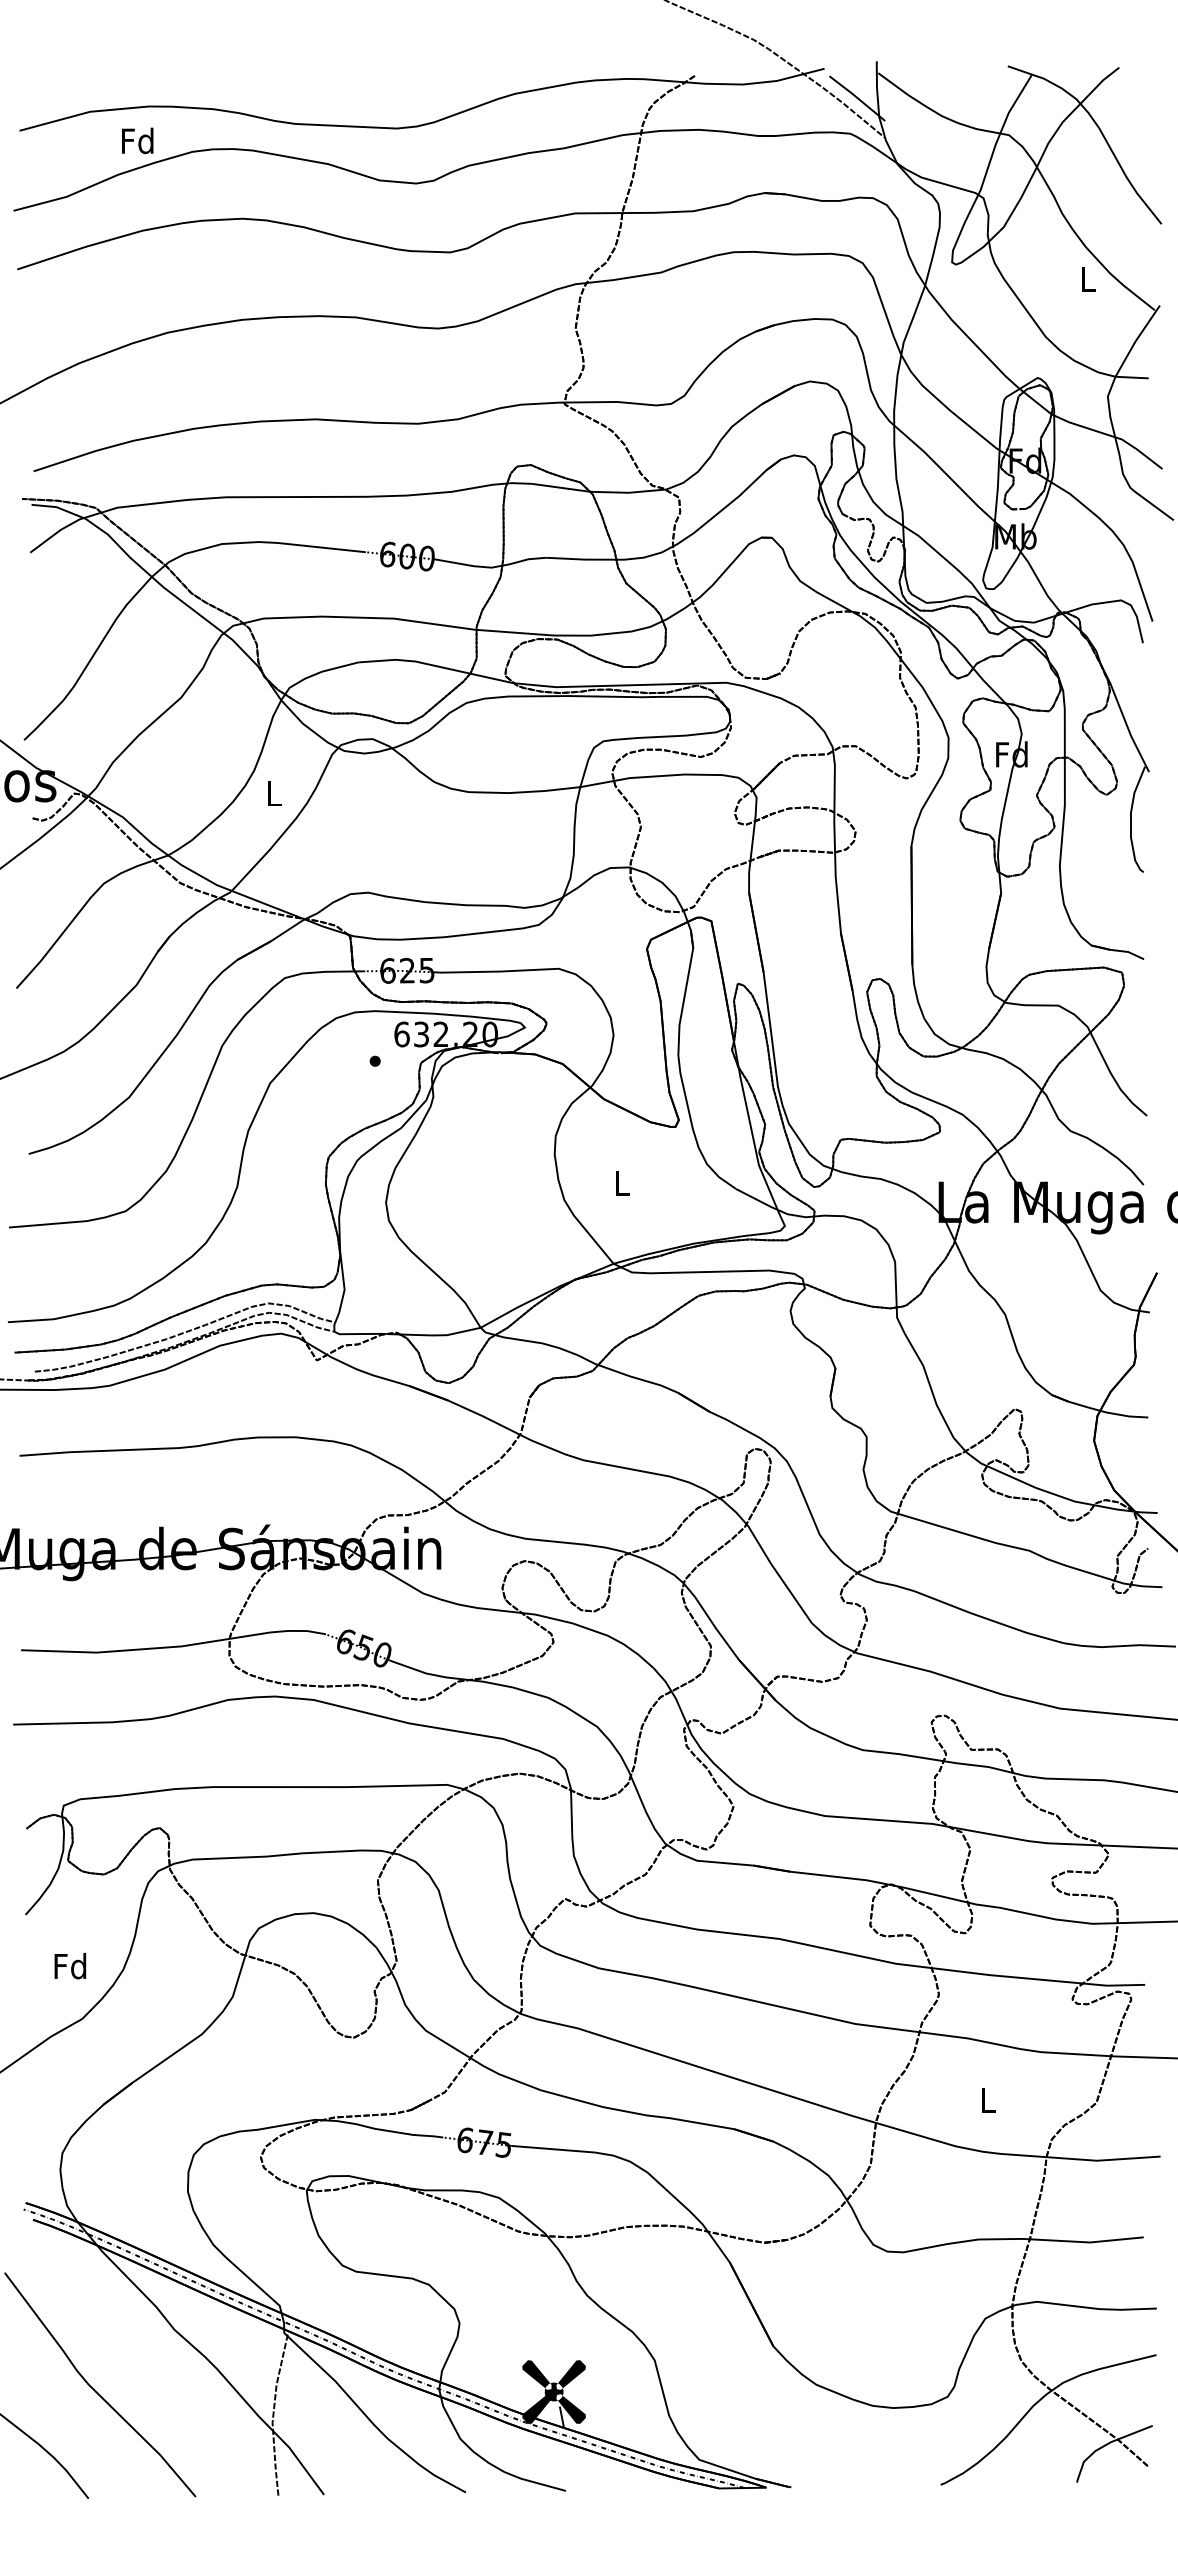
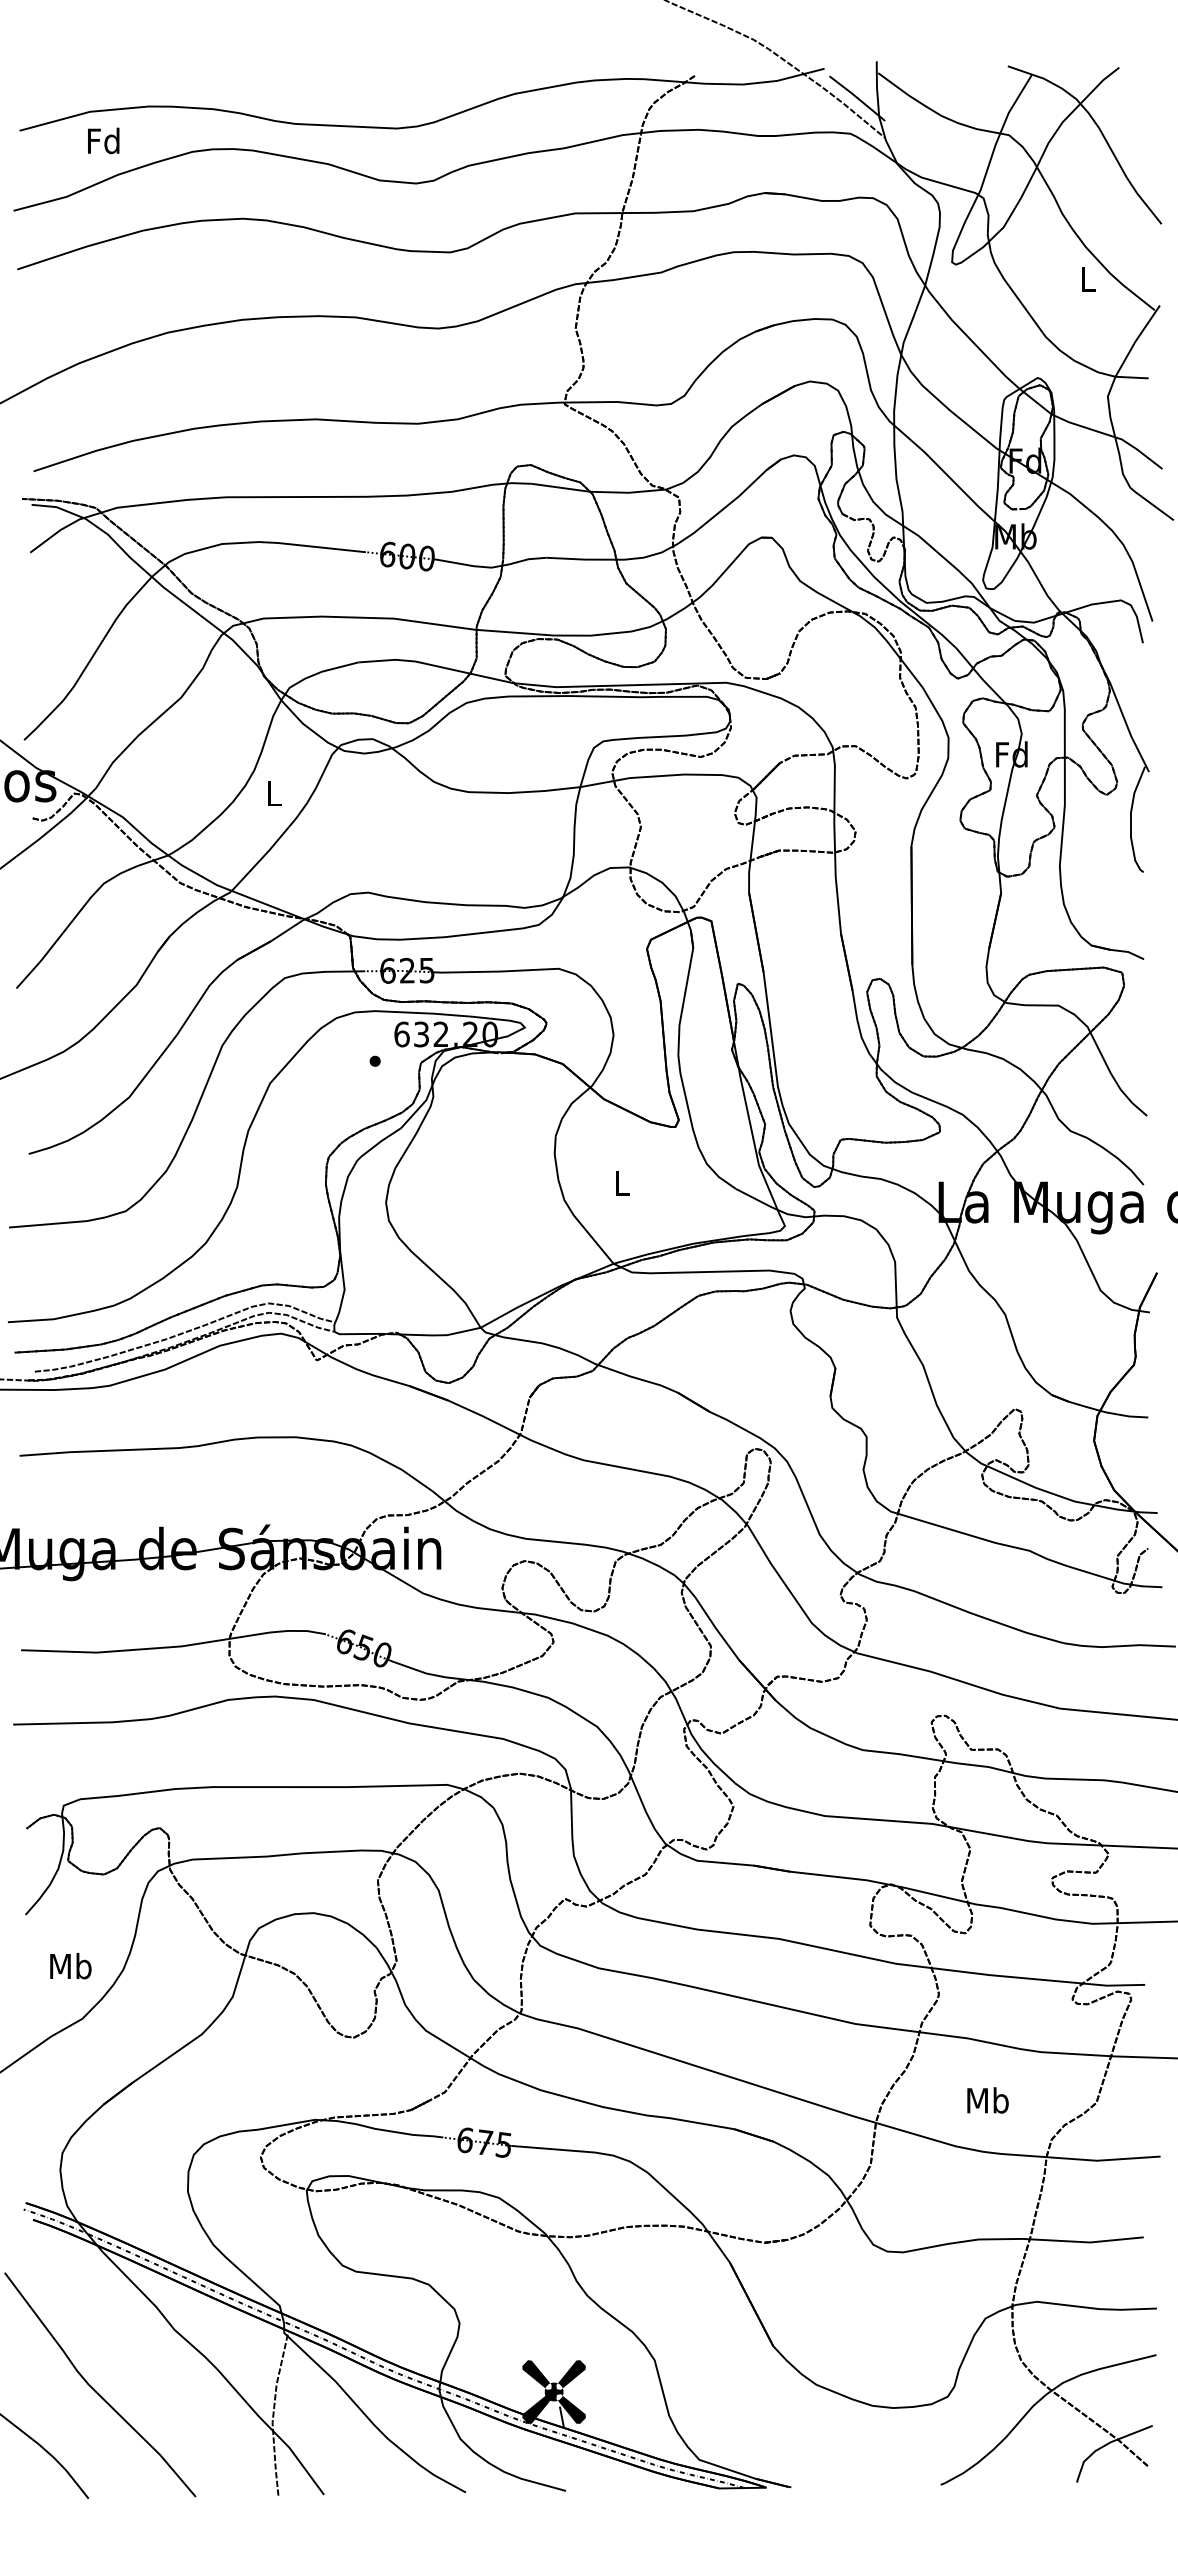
text at (137, 140) position: (137, 140) -> (103, 140)
text at (70, 1966): Fd -> Mb
text at (987, 2100): L -> Mb
